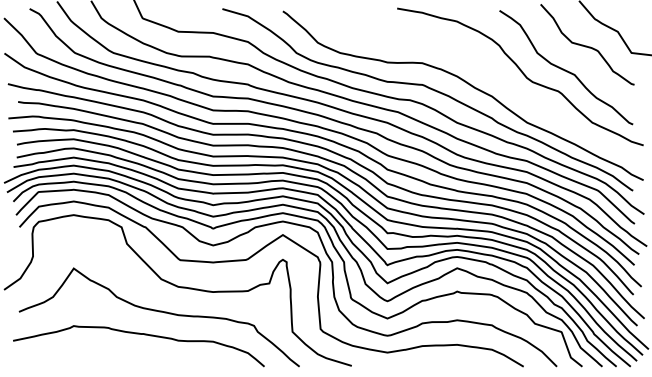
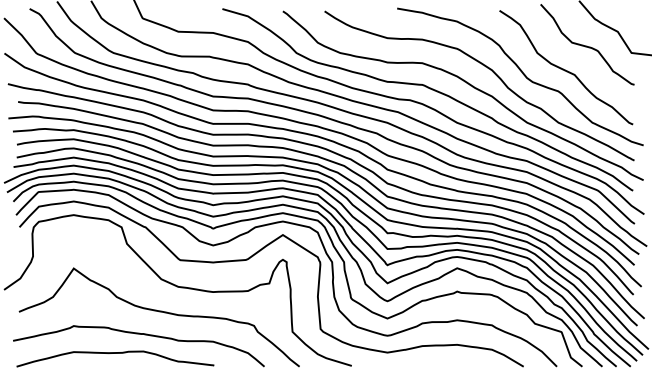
curve at (488, 69): none -> present
curve at (115, 353): none -> present
